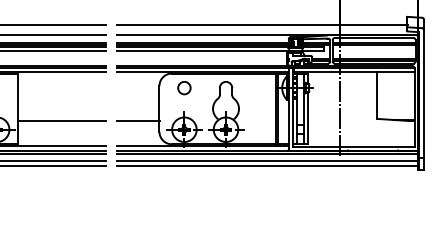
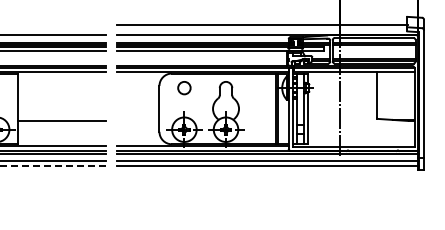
line at (54, 25): present -> none
line at (137, 120): present -> none
line at (53, 166): solid -> dashed
